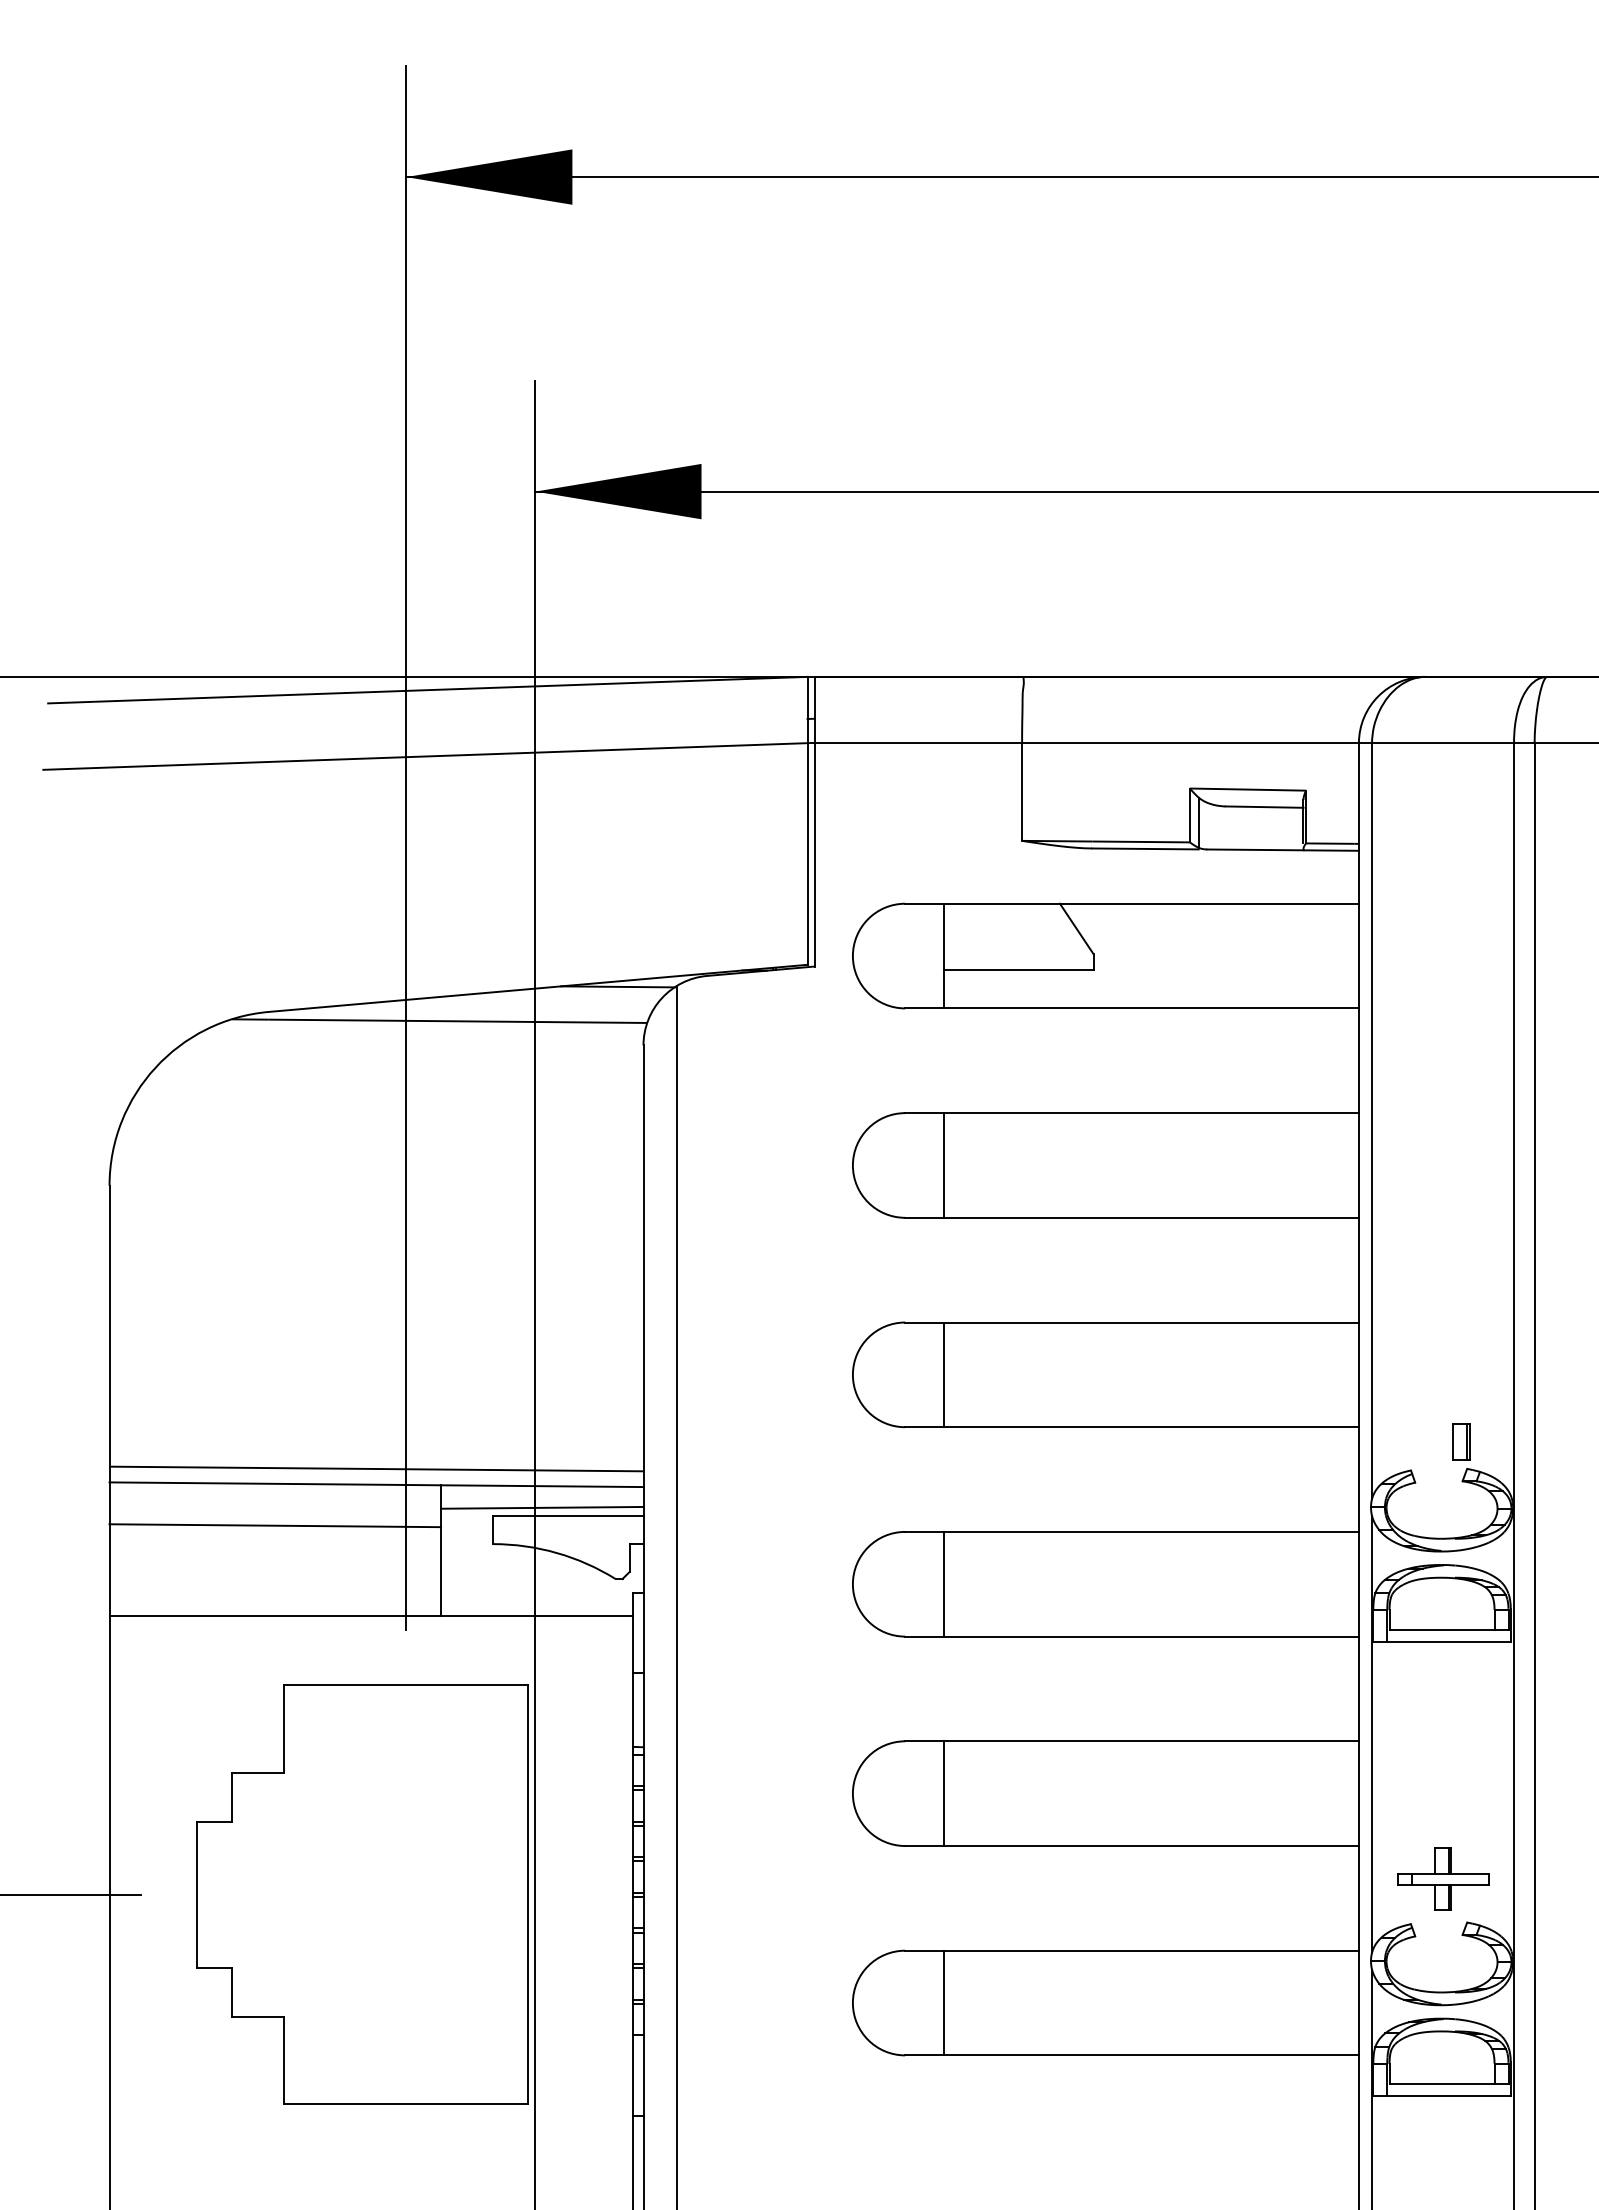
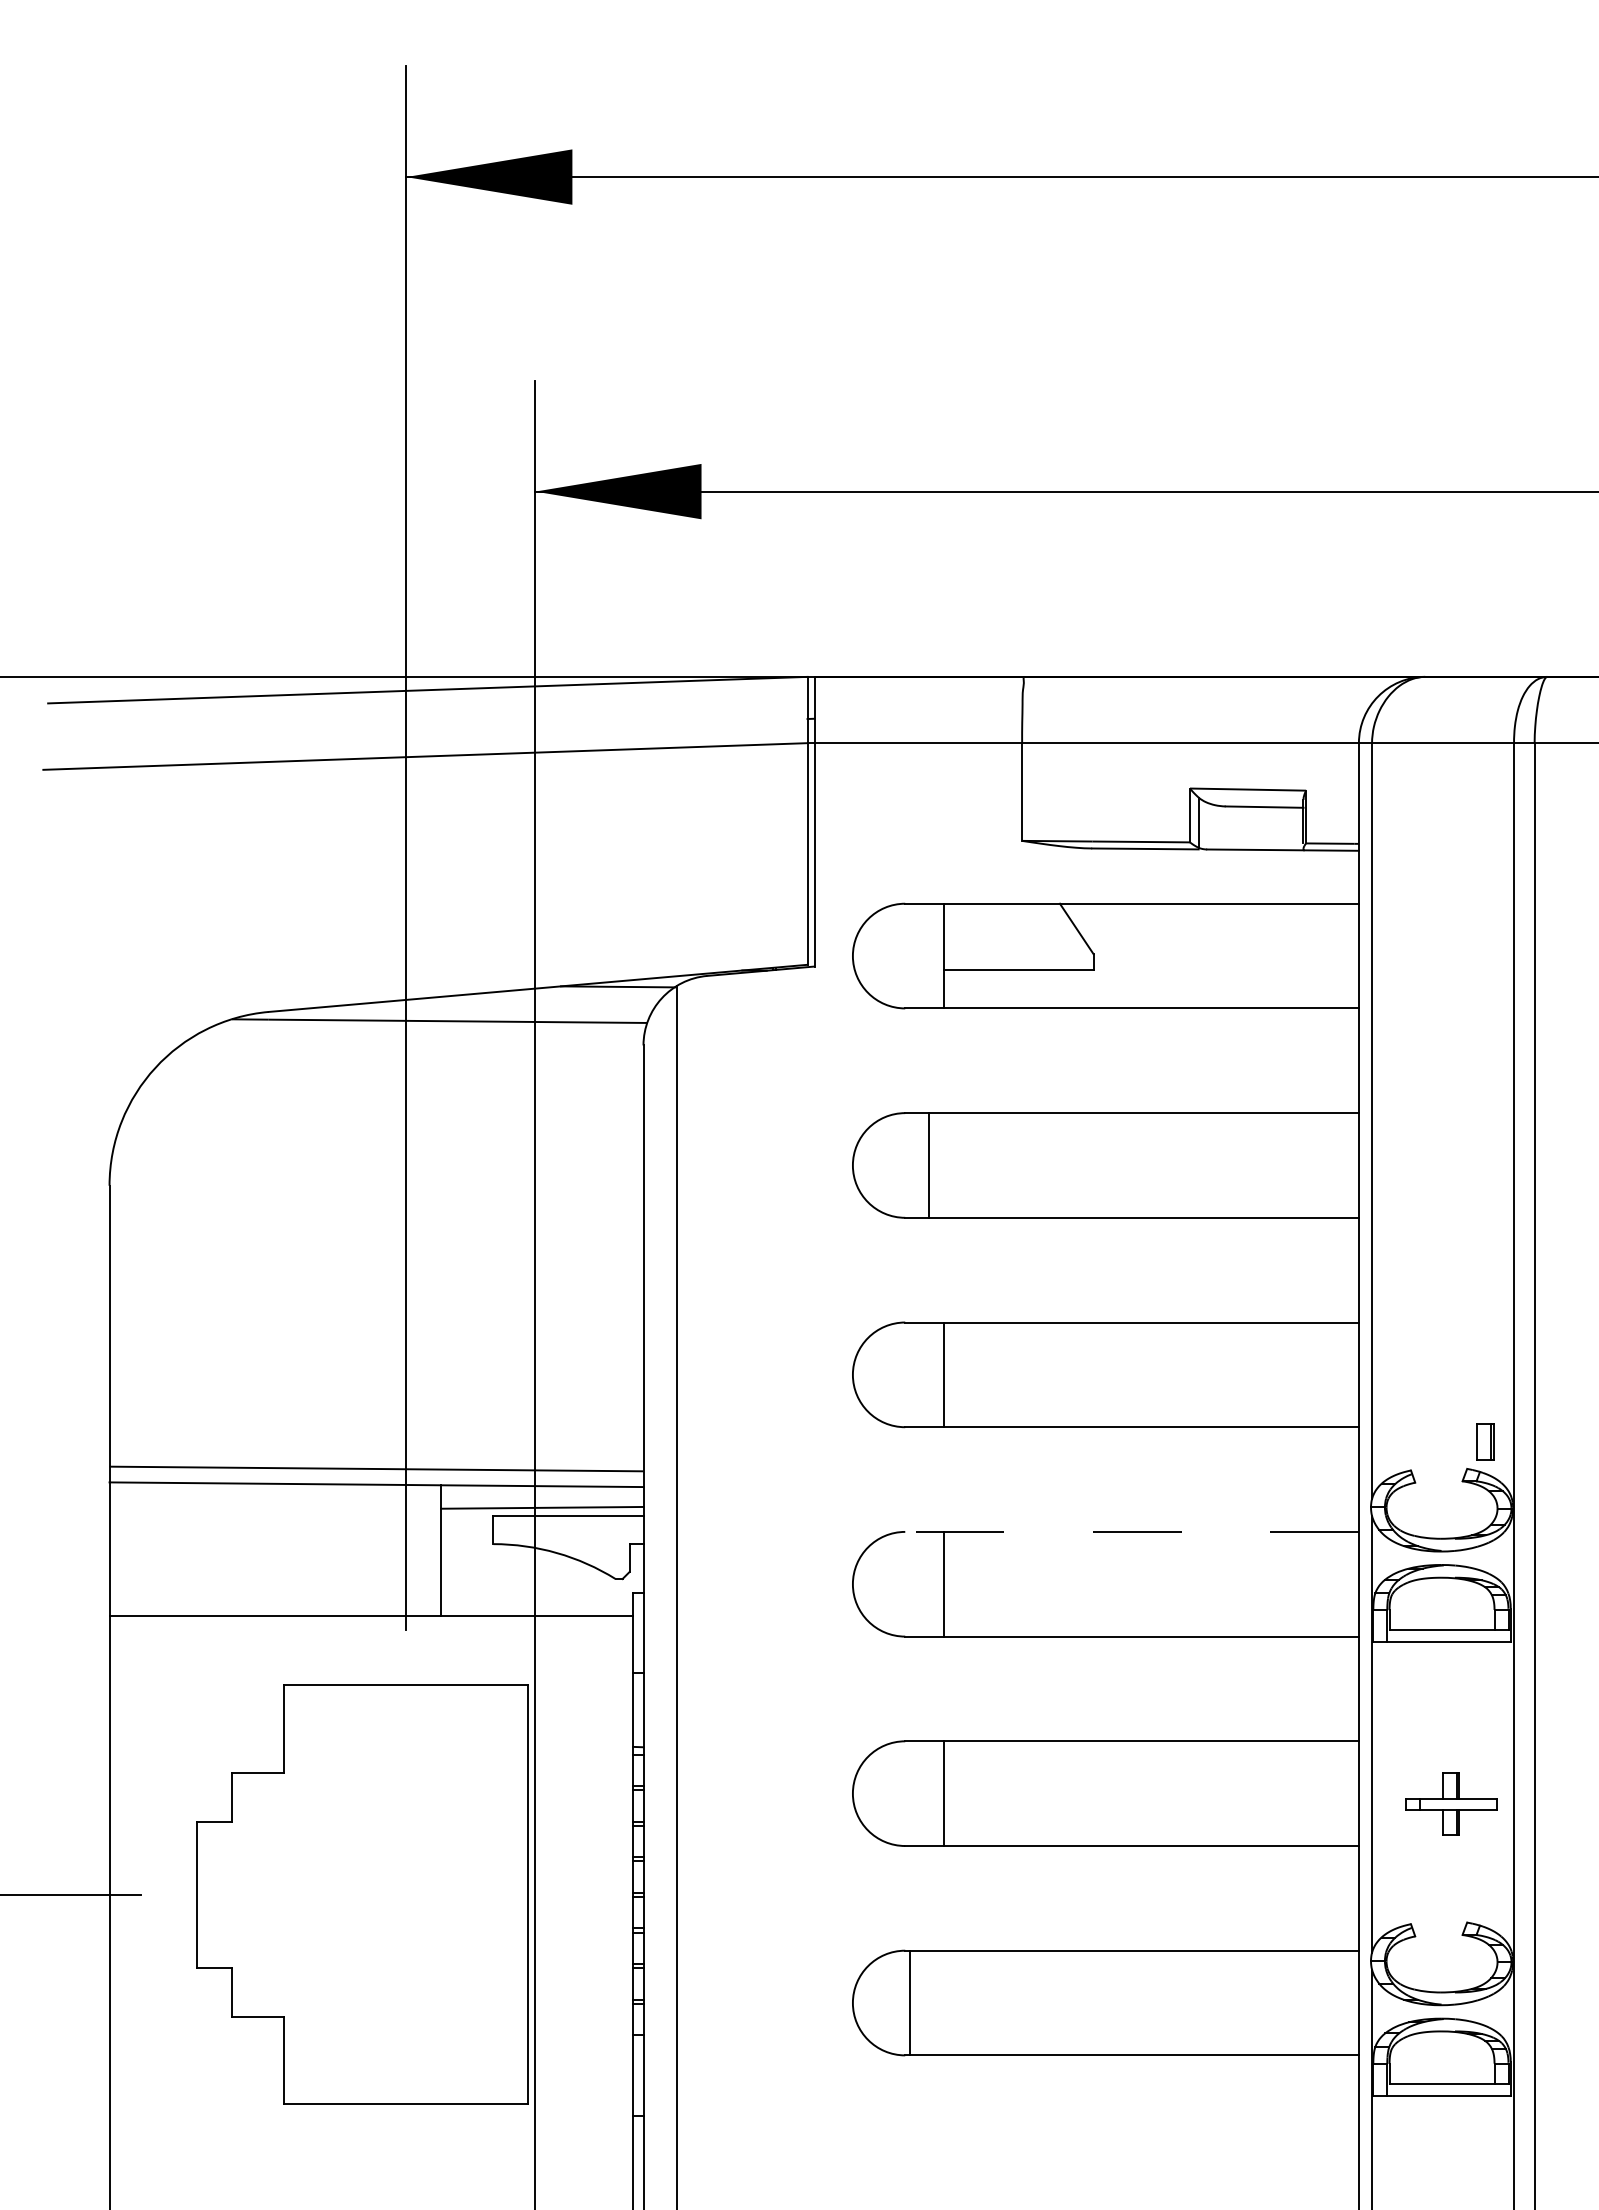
line at (943, 1165) position: (943, 1165) -> (928, 1165)
part at (1461, 1441) position: (1461, 1441) -> (1485, 1441)
line at (275, 1525): present -> none
line at (1132, 1531): solid -> dashed
part at (1443, 1878) position: (1443, 1878) -> (1451, 1803)
line at (943, 2002) position: (943, 2002) -> (909, 2002)
